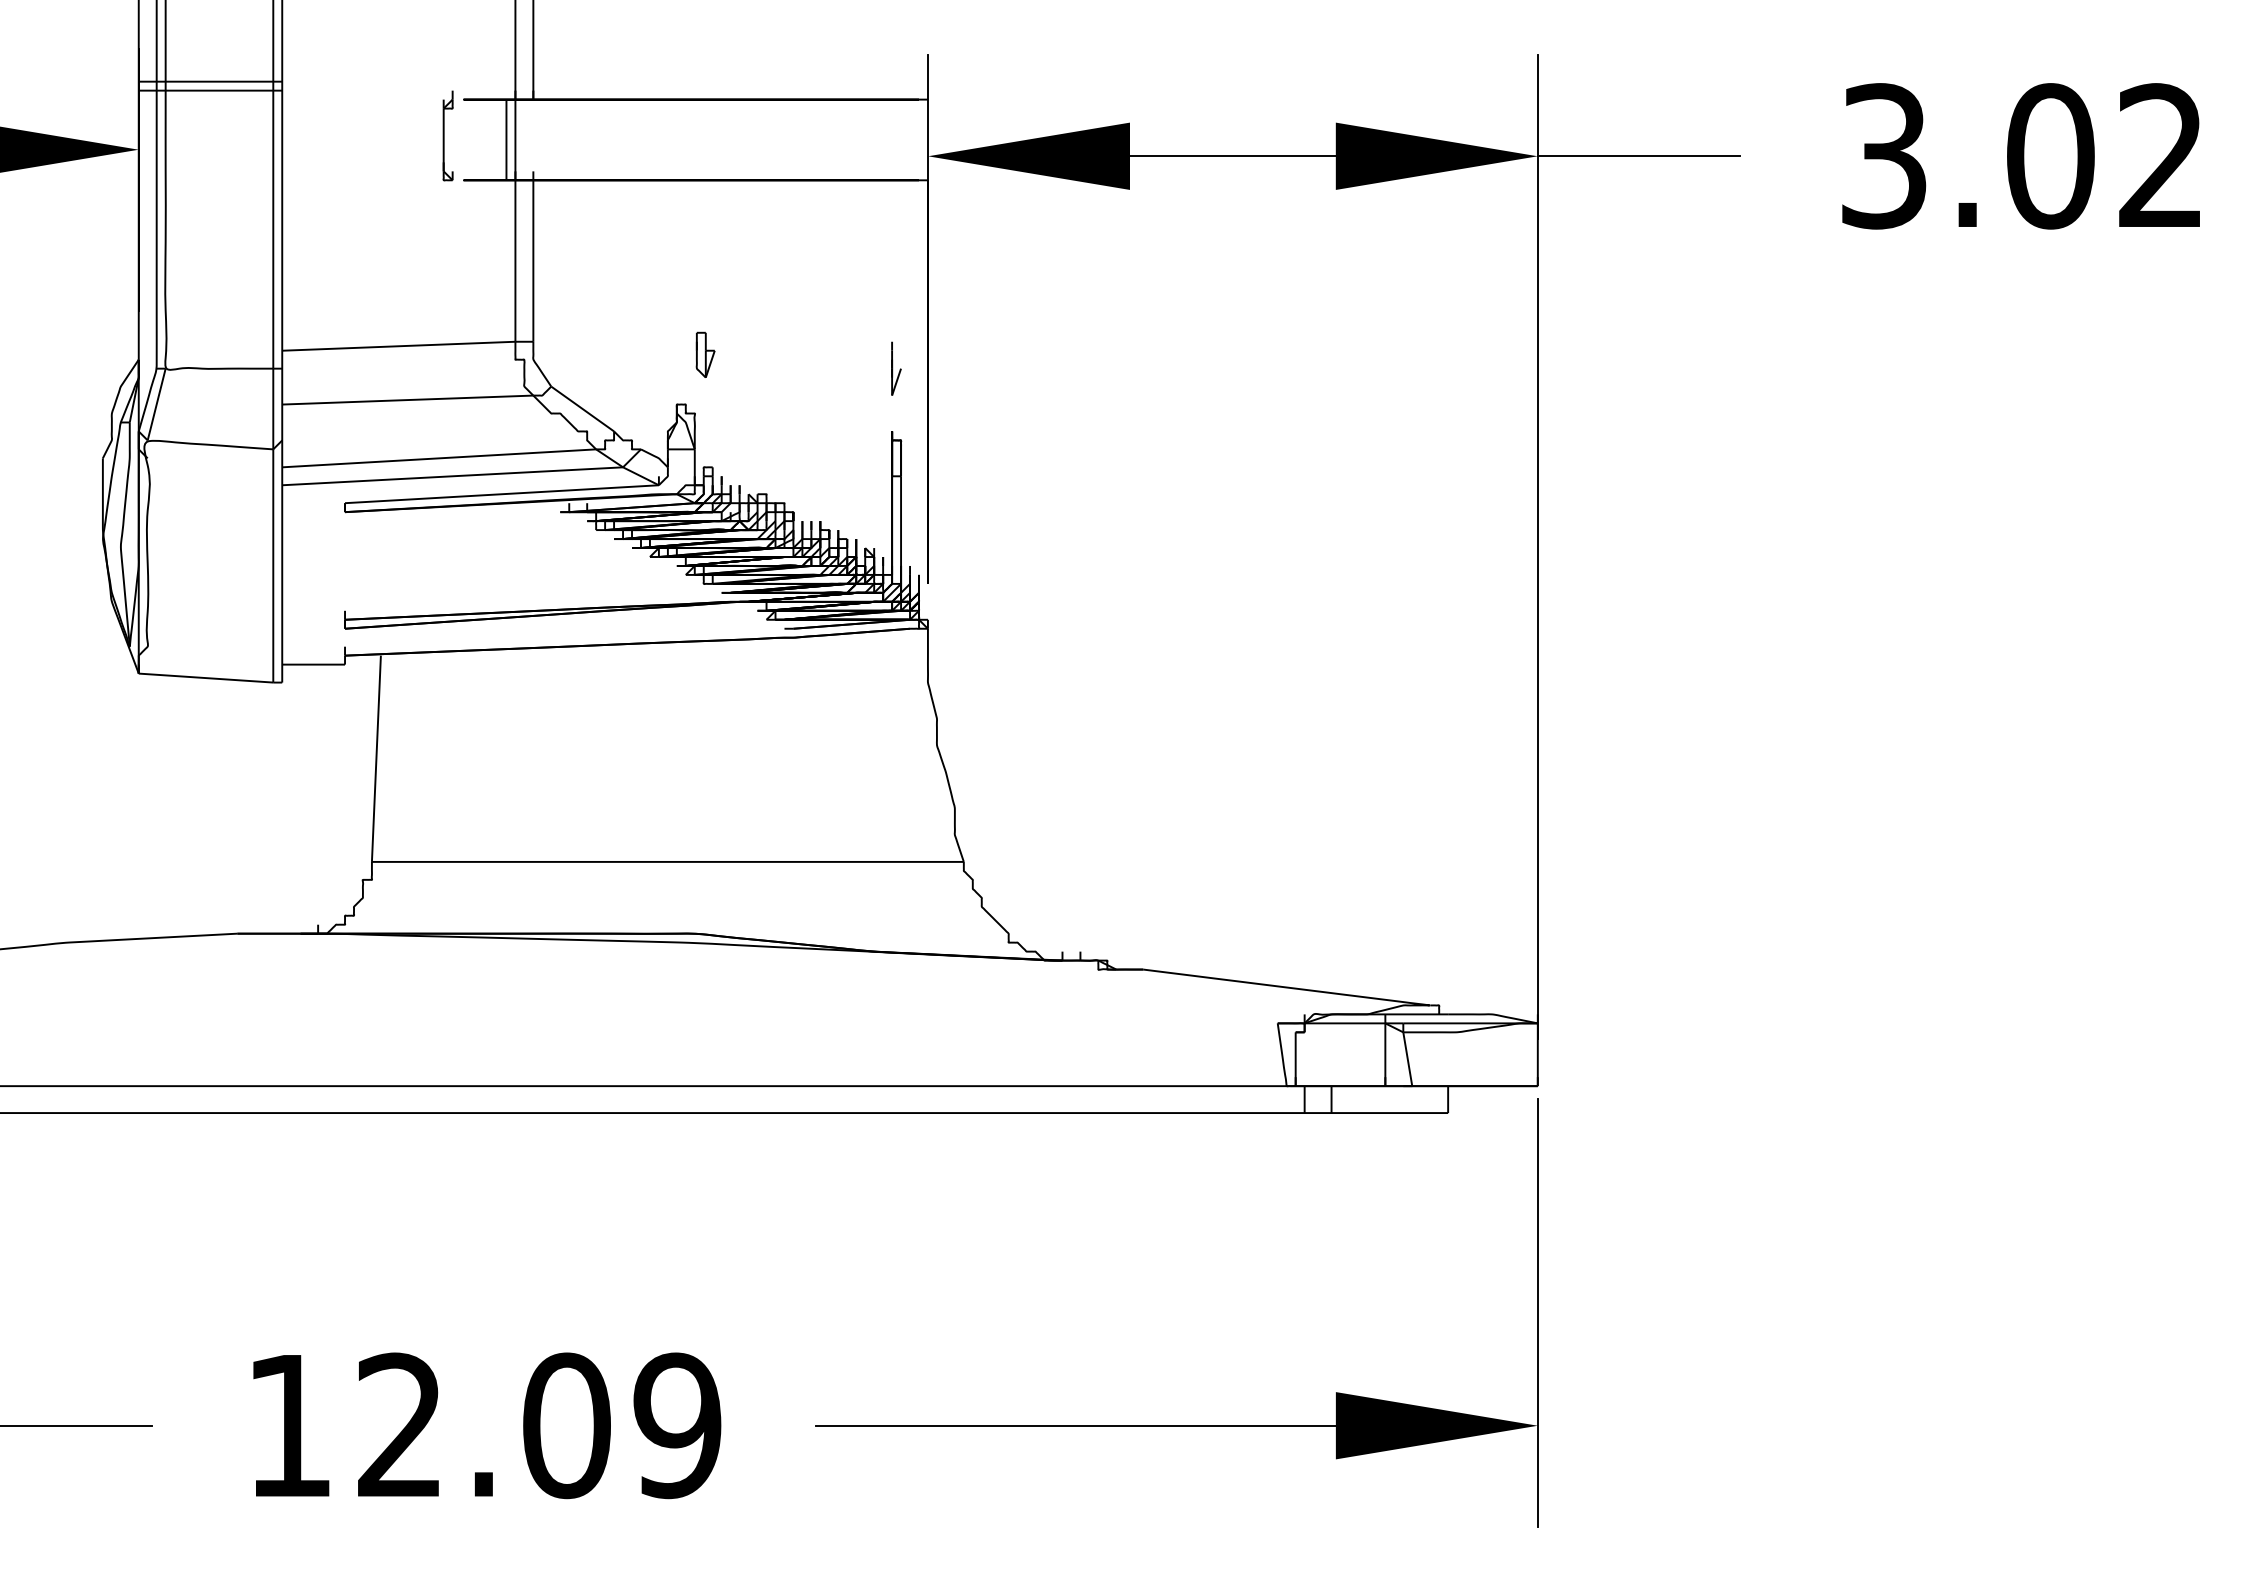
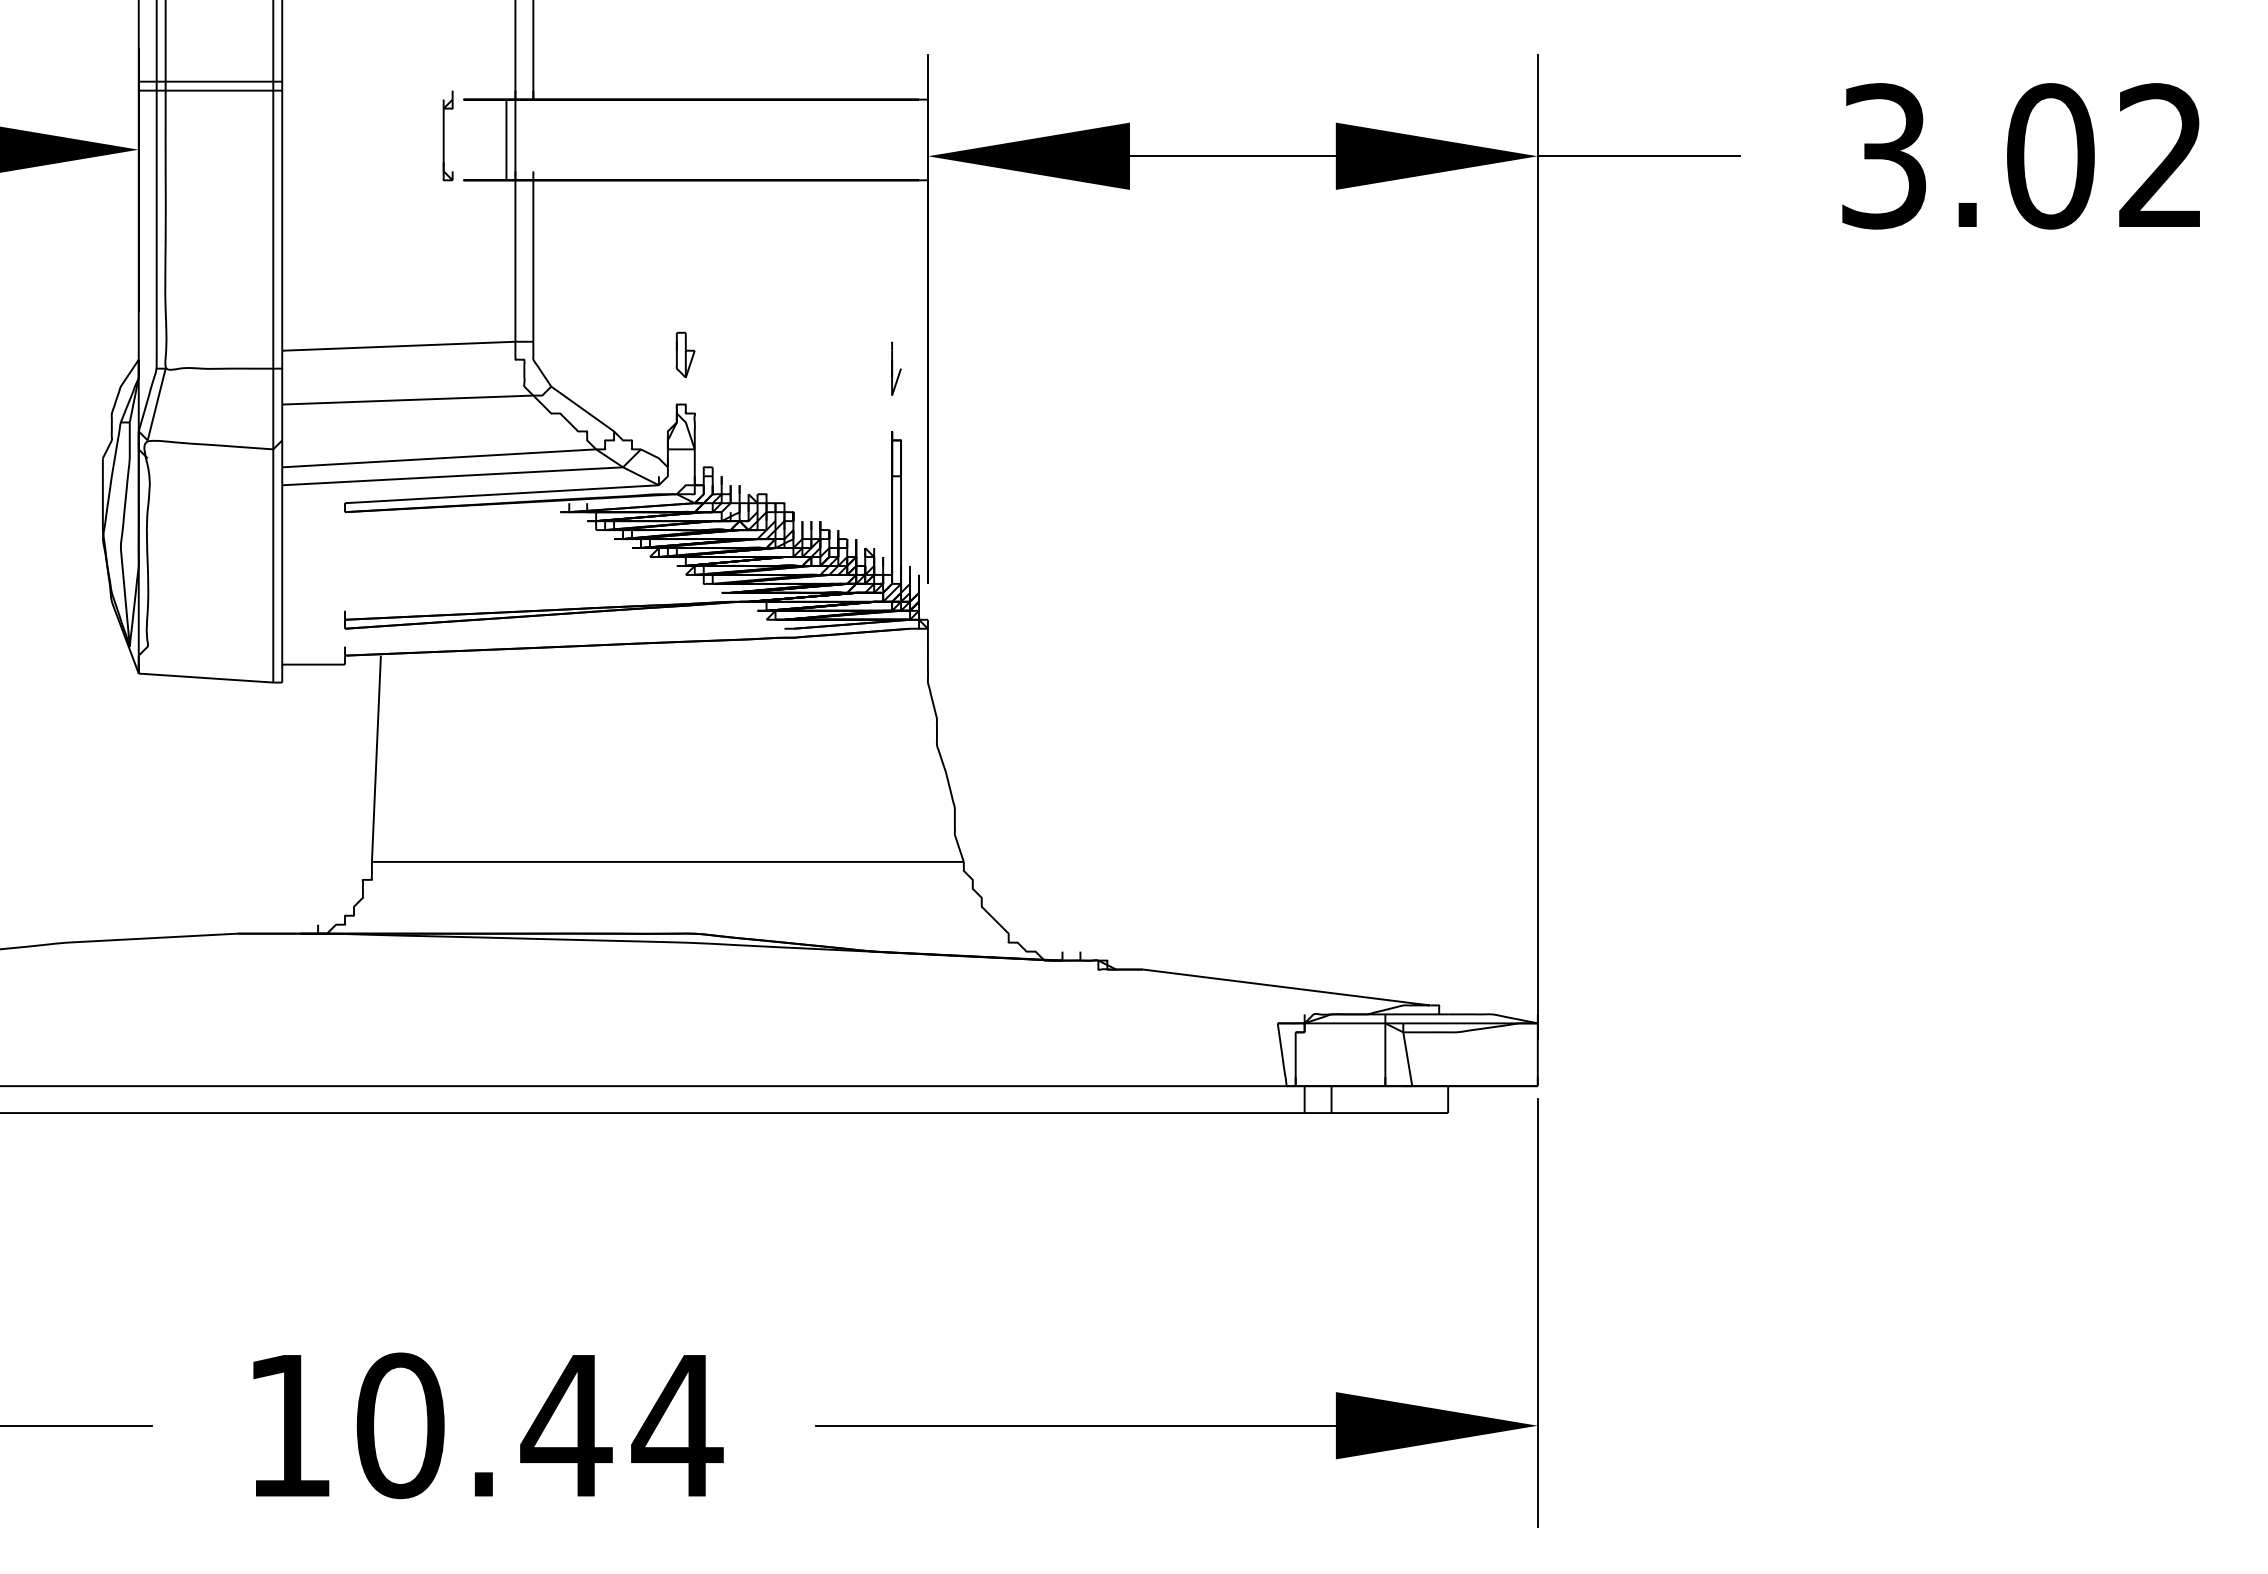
part at (705, 354) position: (705, 354) -> (685, 354)
text at (539, 1425): 12.09 -> 10.44
